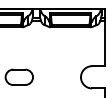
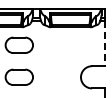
line at (104, 43): solid -> dashed
part at (18, 44): none -> present
